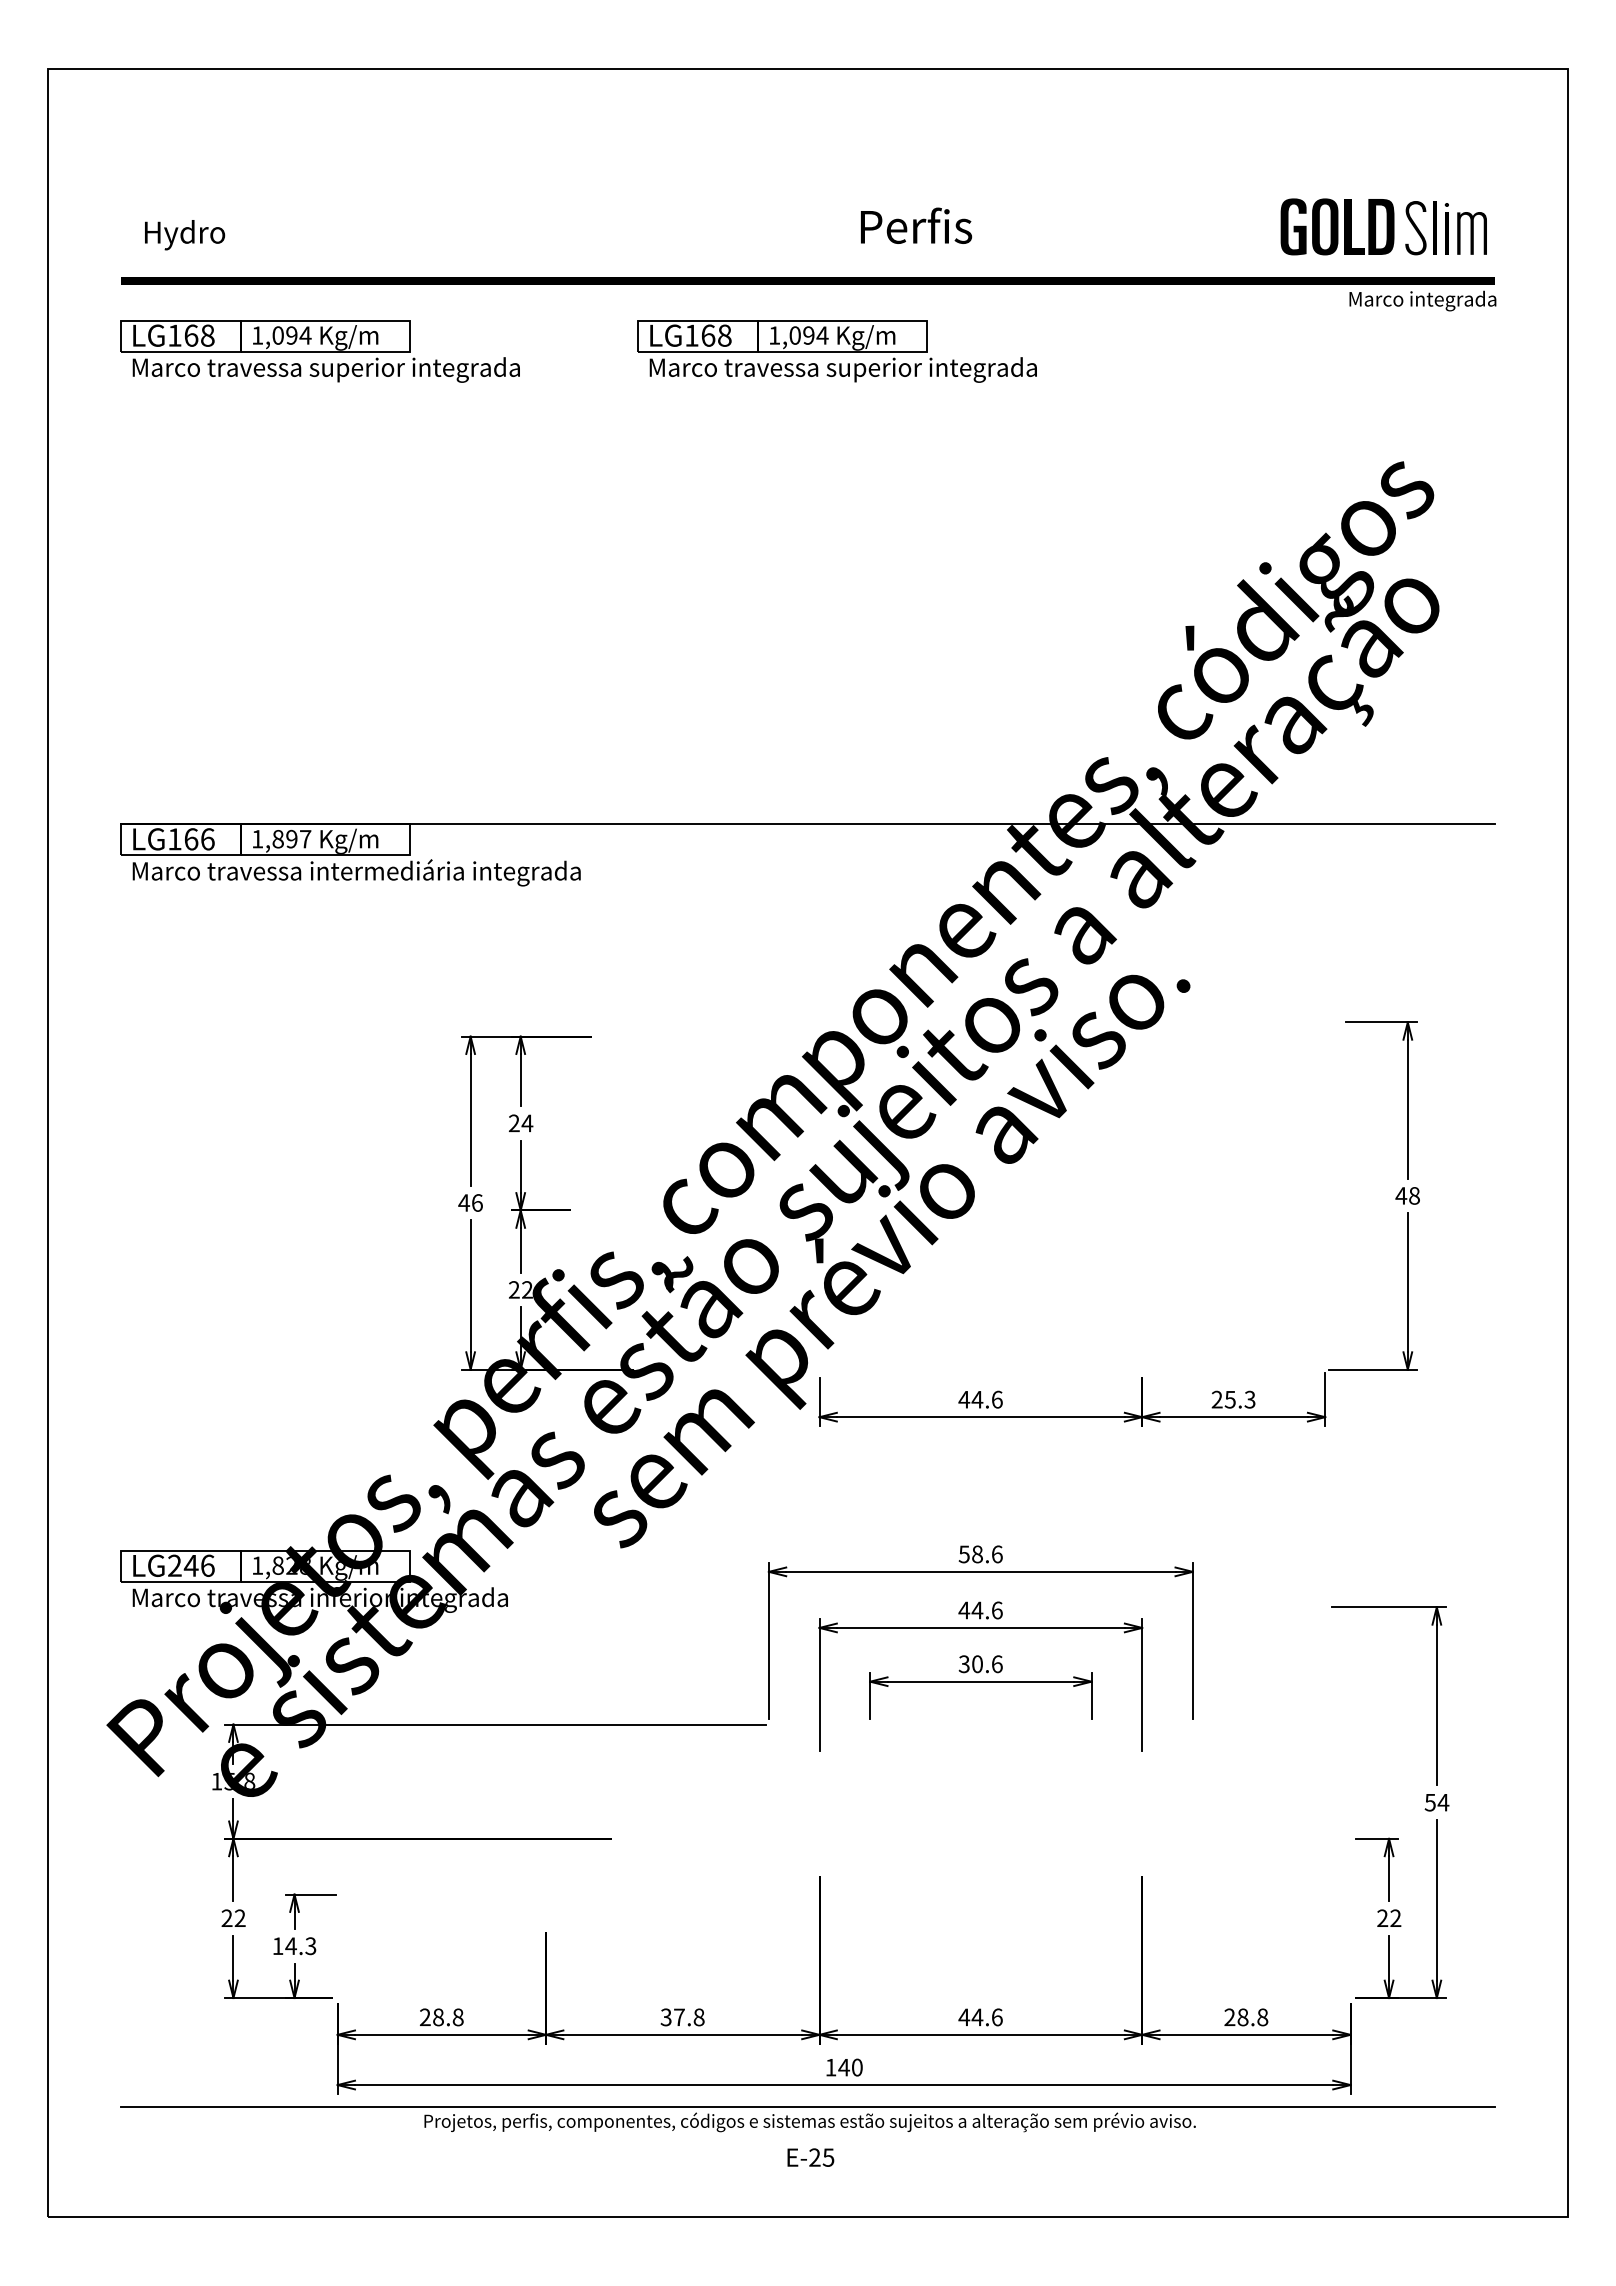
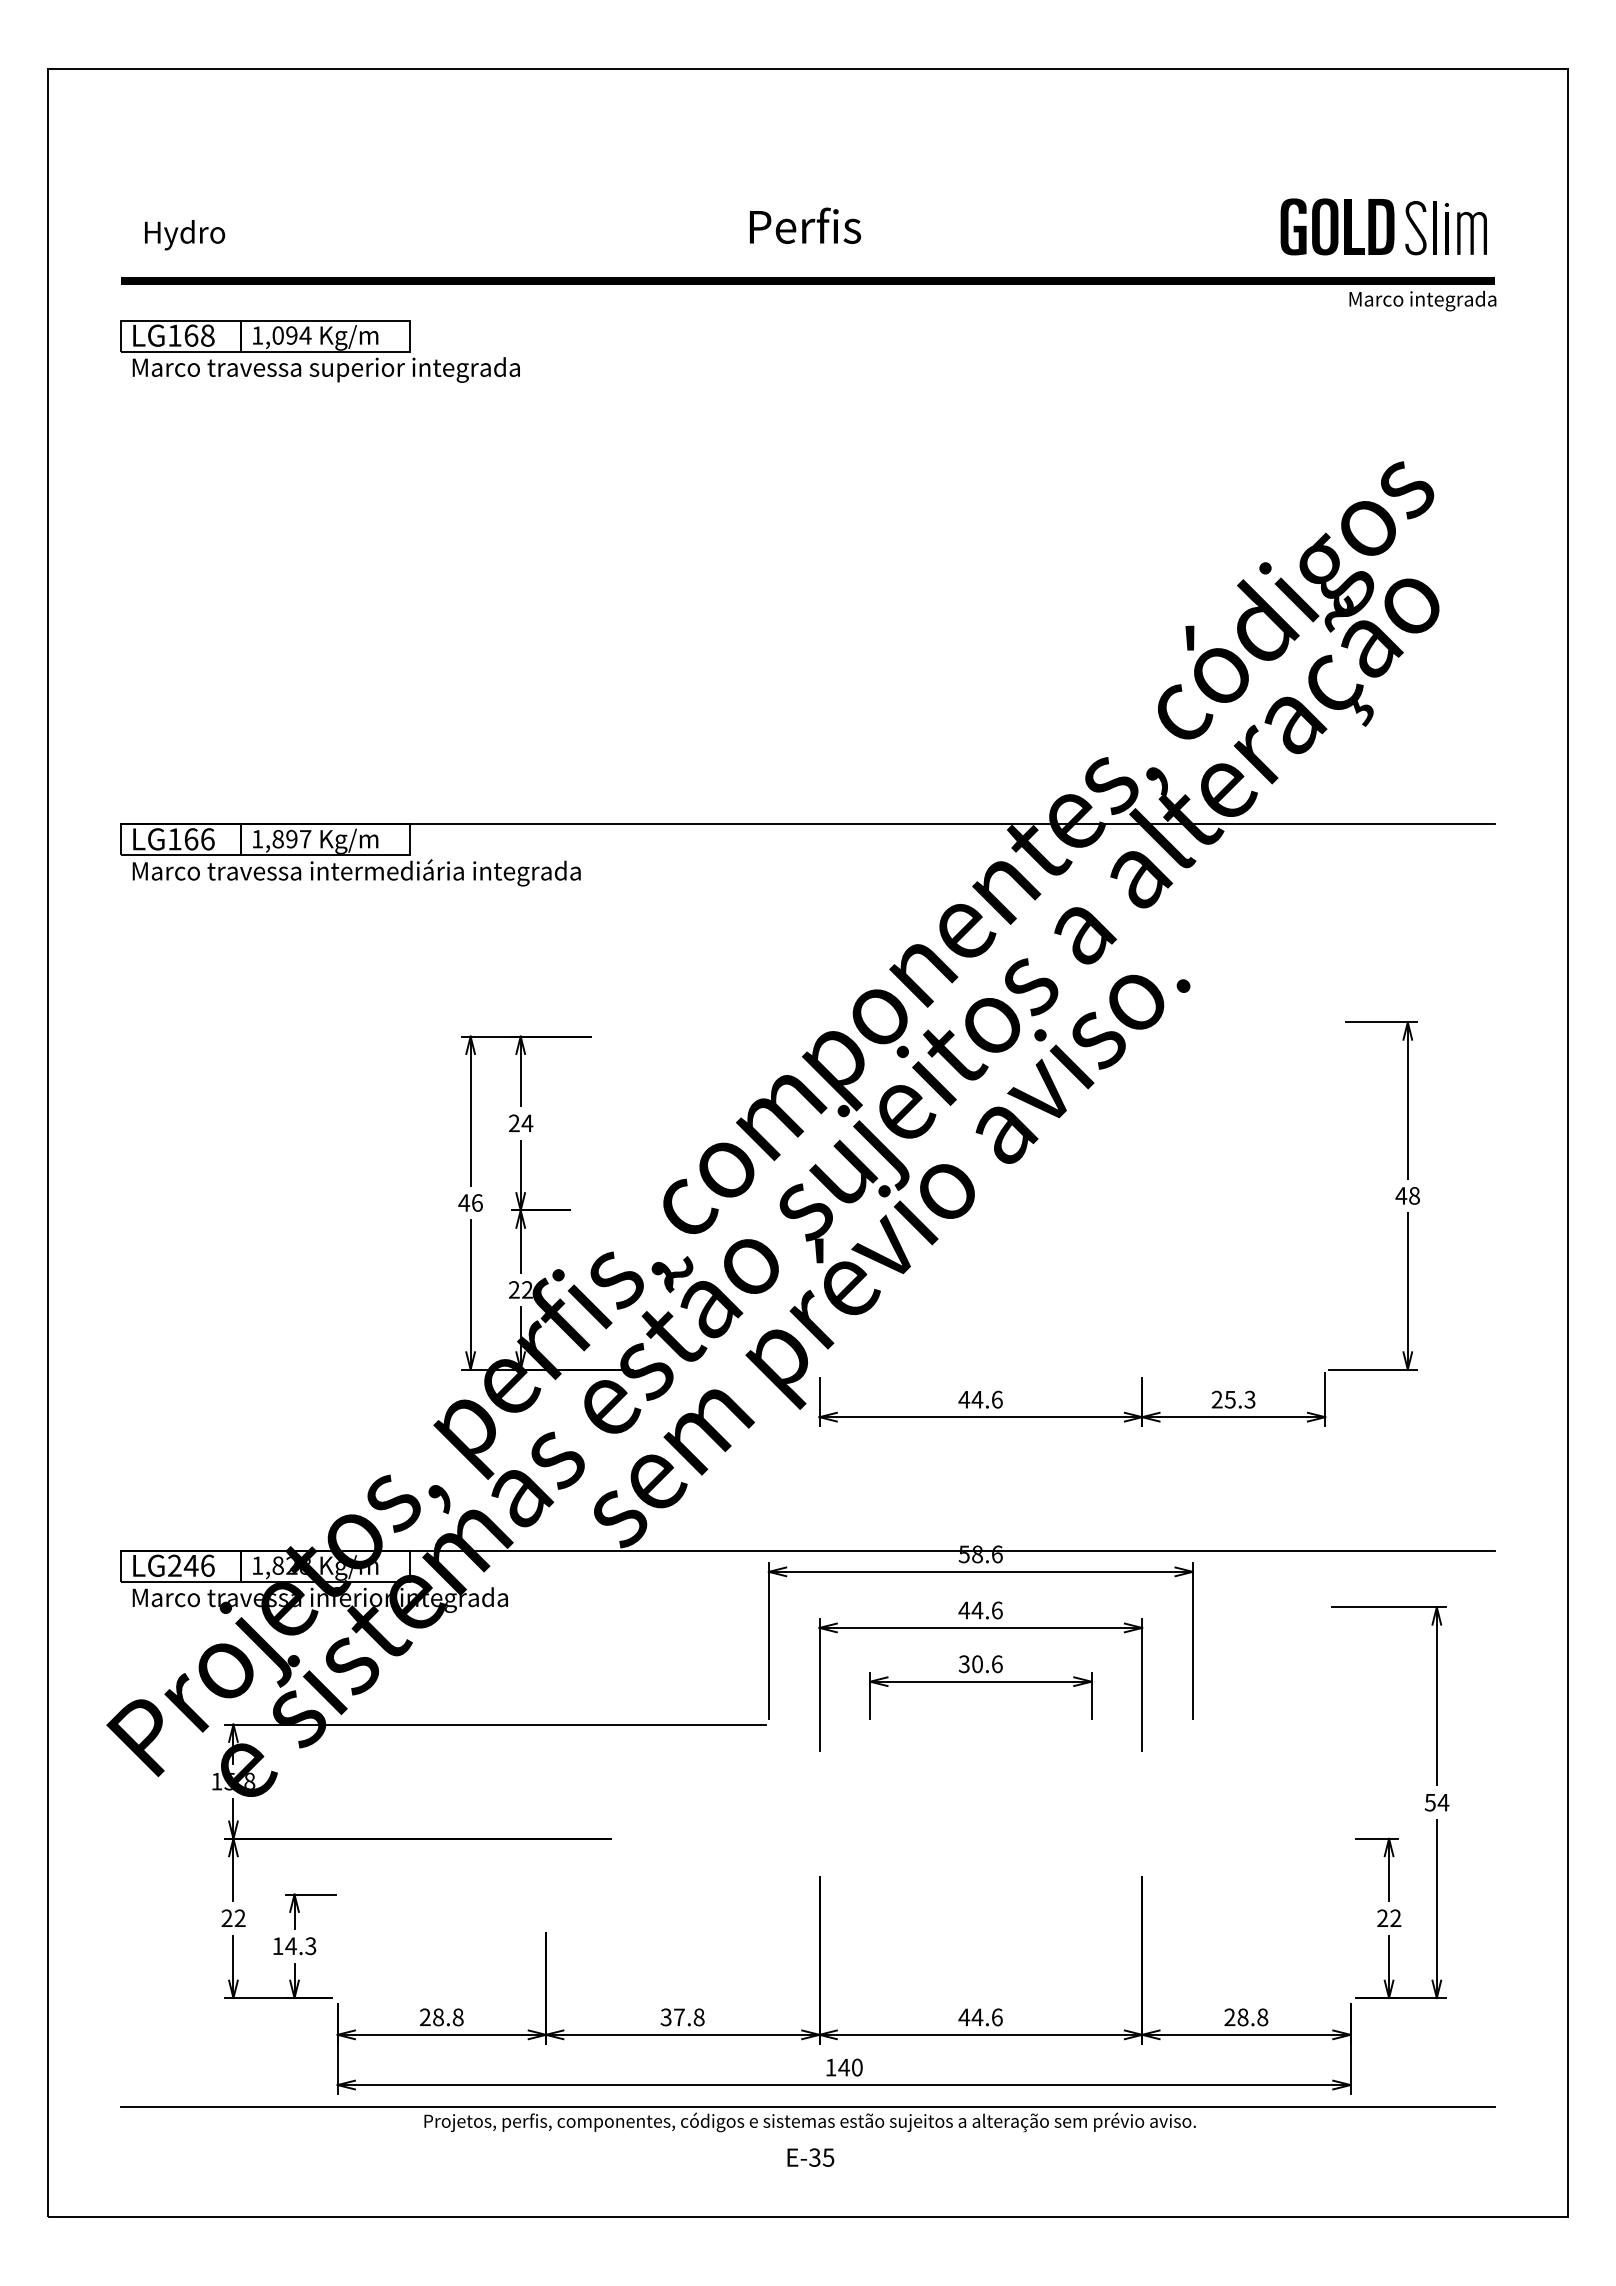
text at (916, 225) position: (916, 225) -> (805, 225)
part at (836, 351): present -> none
line at (807, 1550): none -> present
text at (814, 2157): E-25 -> E-35
